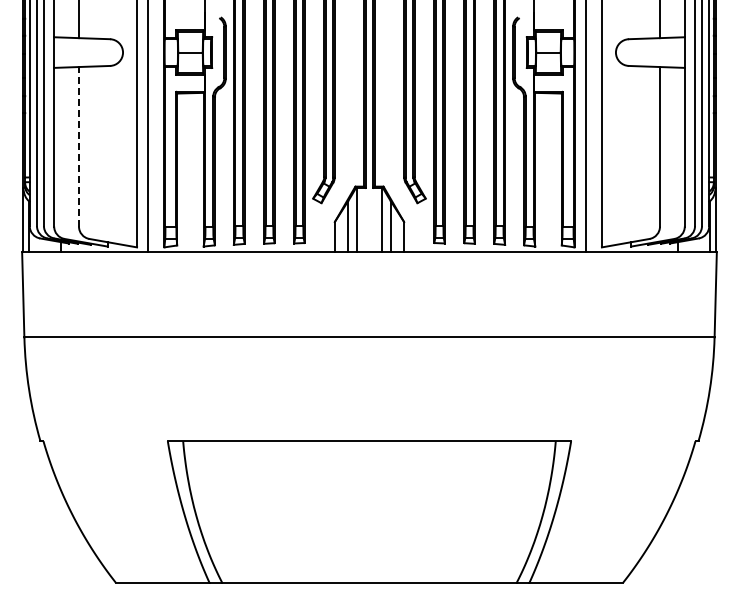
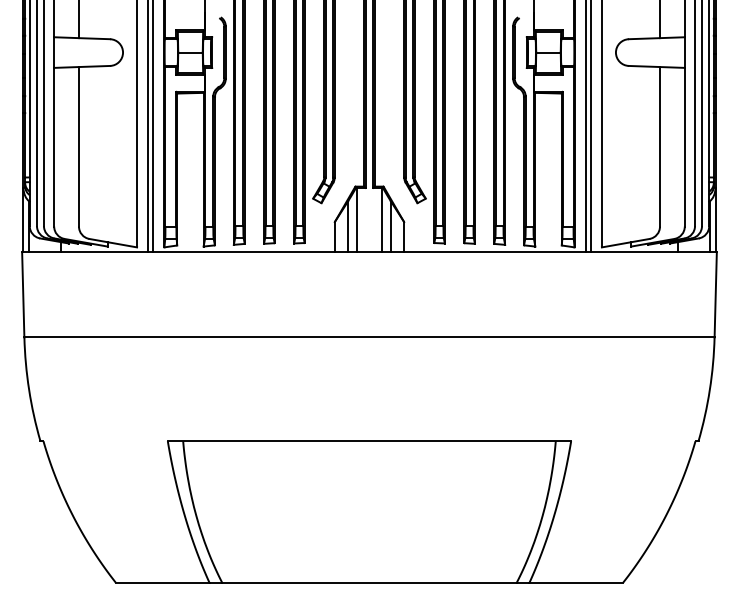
line at (152, 127): none -> present
line at (590, 127): none -> present
line at (78, 146): dashed -> solid
